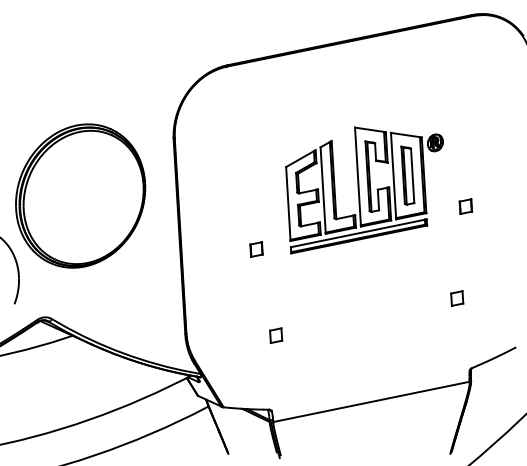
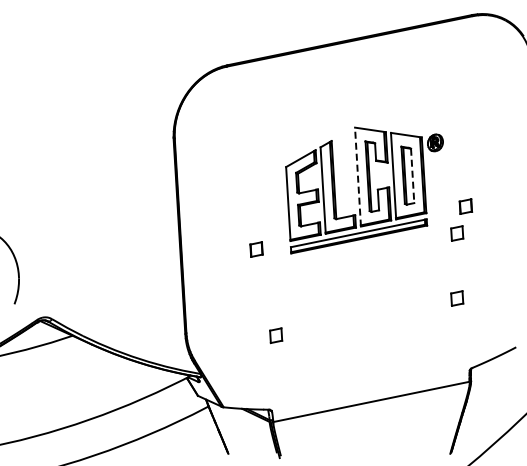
line at (412, 176): solid -> dashed
line at (358, 177): solid -> dashed
part at (80, 195): present -> none
part at (457, 233): none -> present
